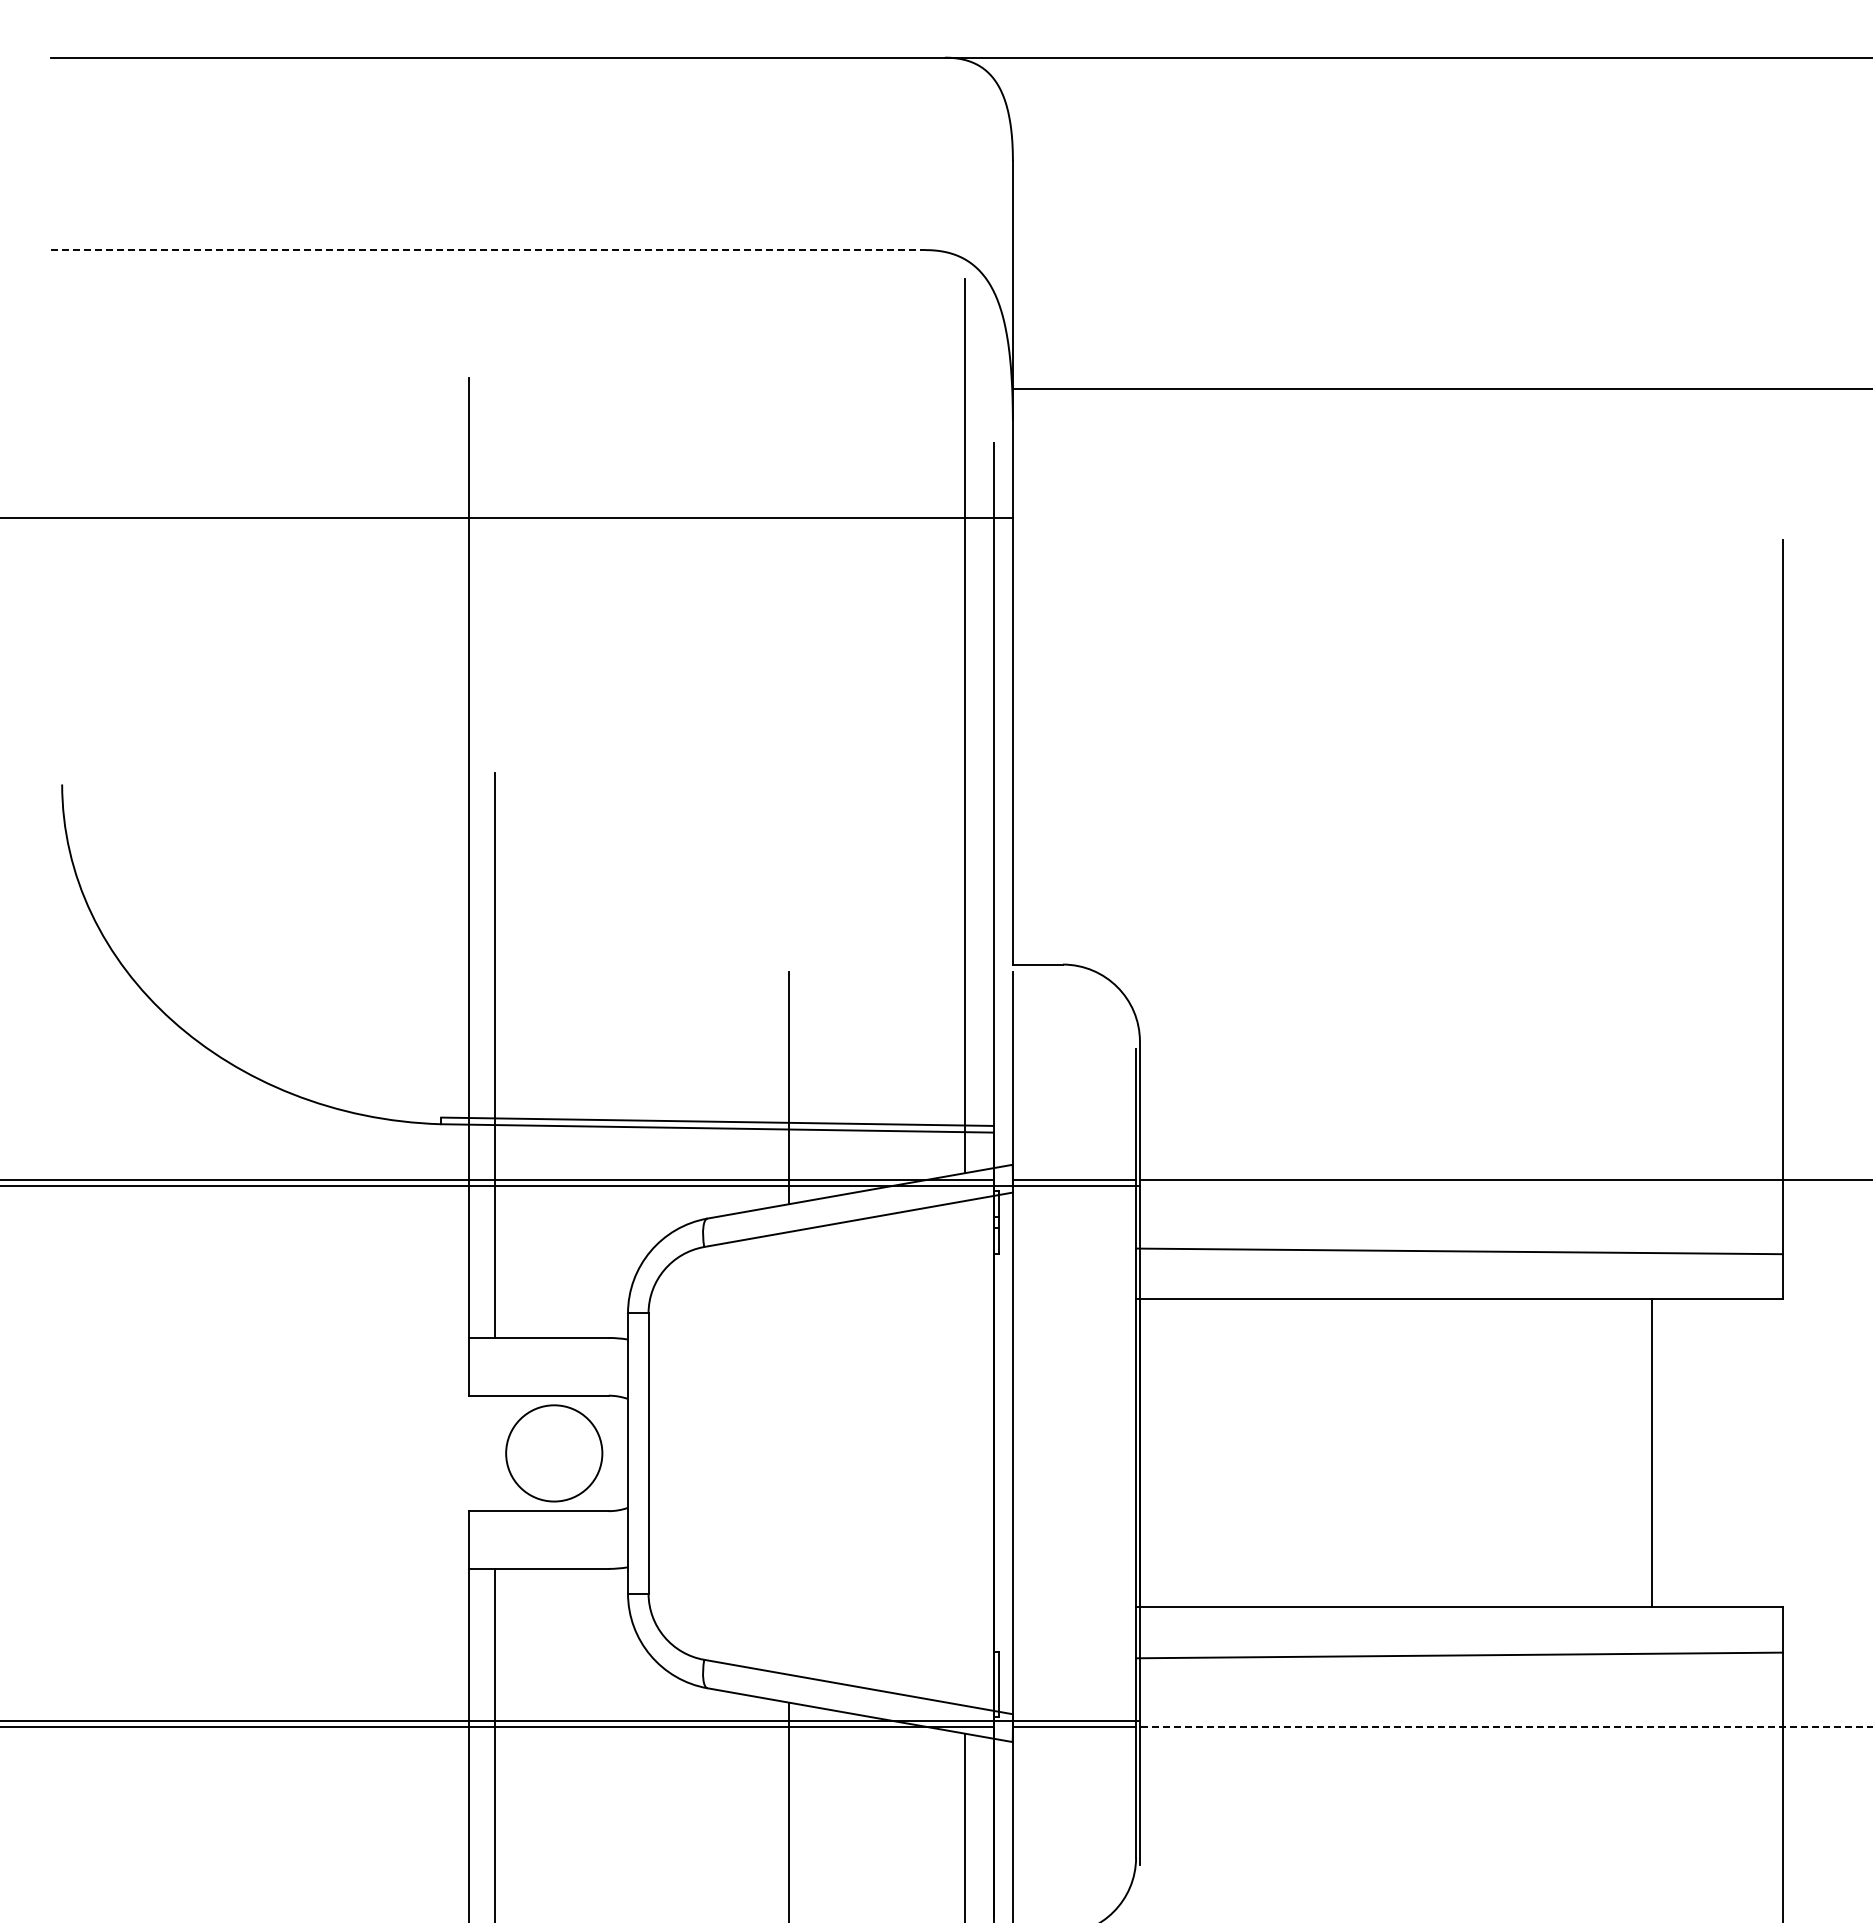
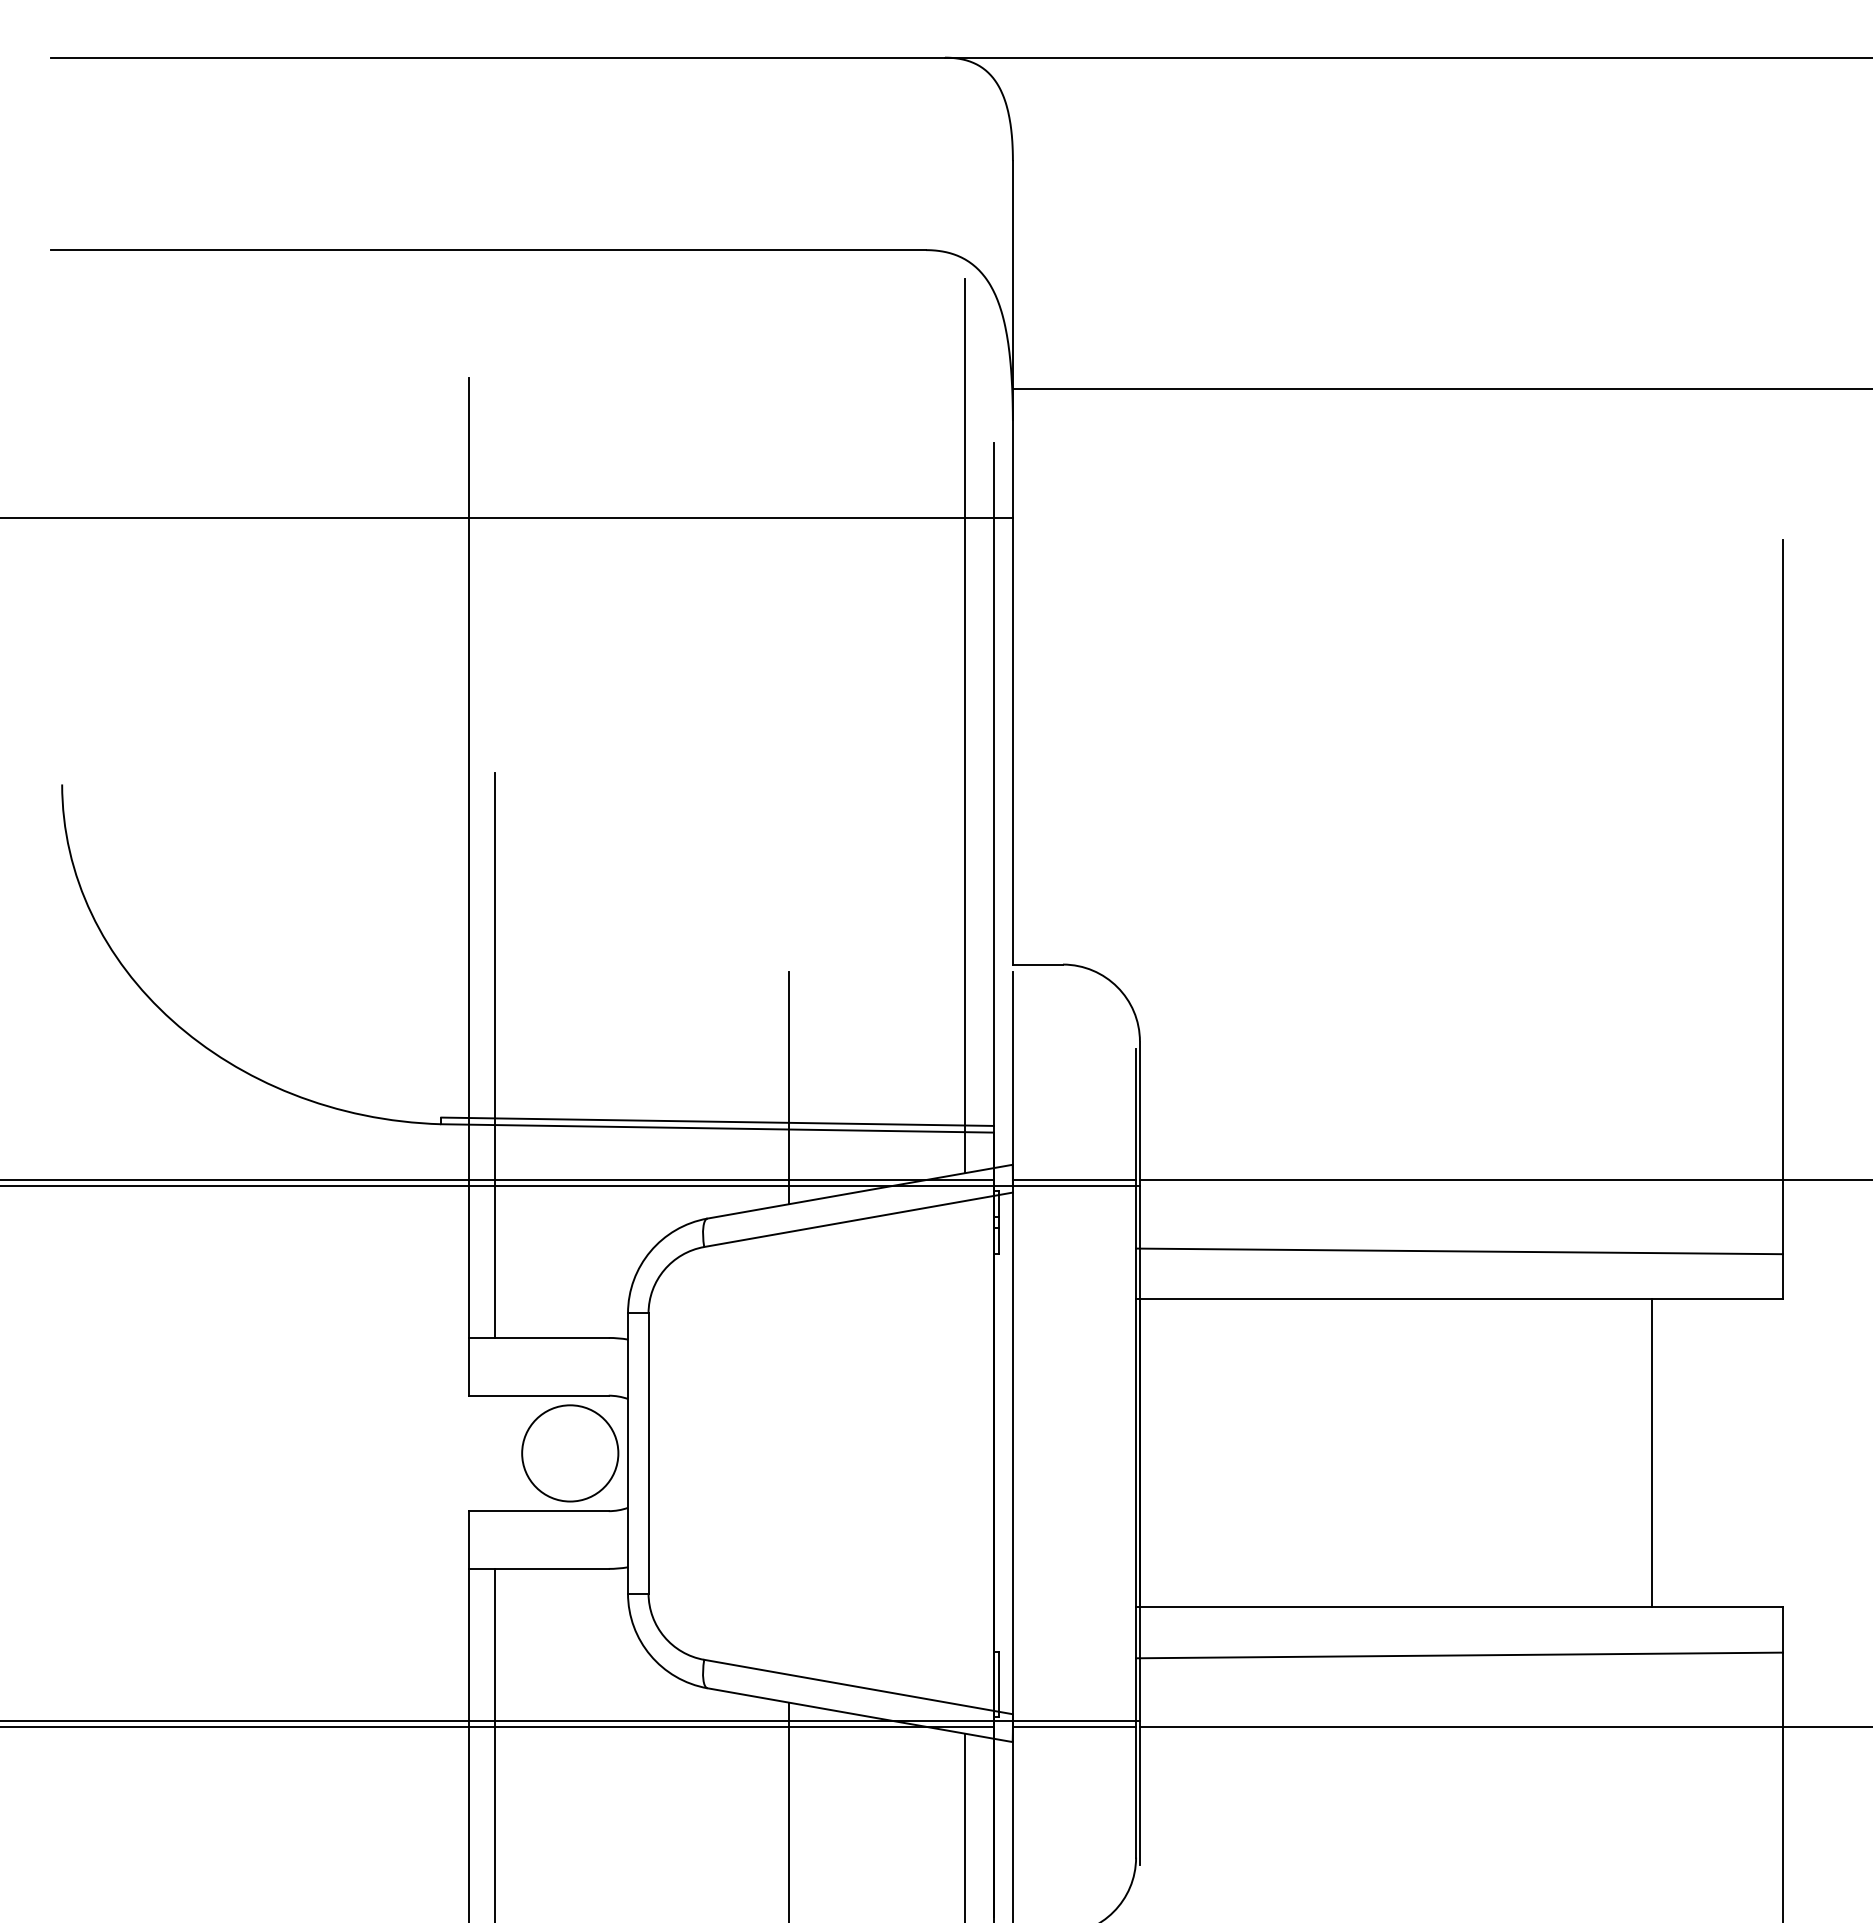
line at (488, 250): dashed -> solid
circle at (554, 1453) position: (554, 1453) -> (570, 1453)
line at (1505, 1726): dashed -> solid
